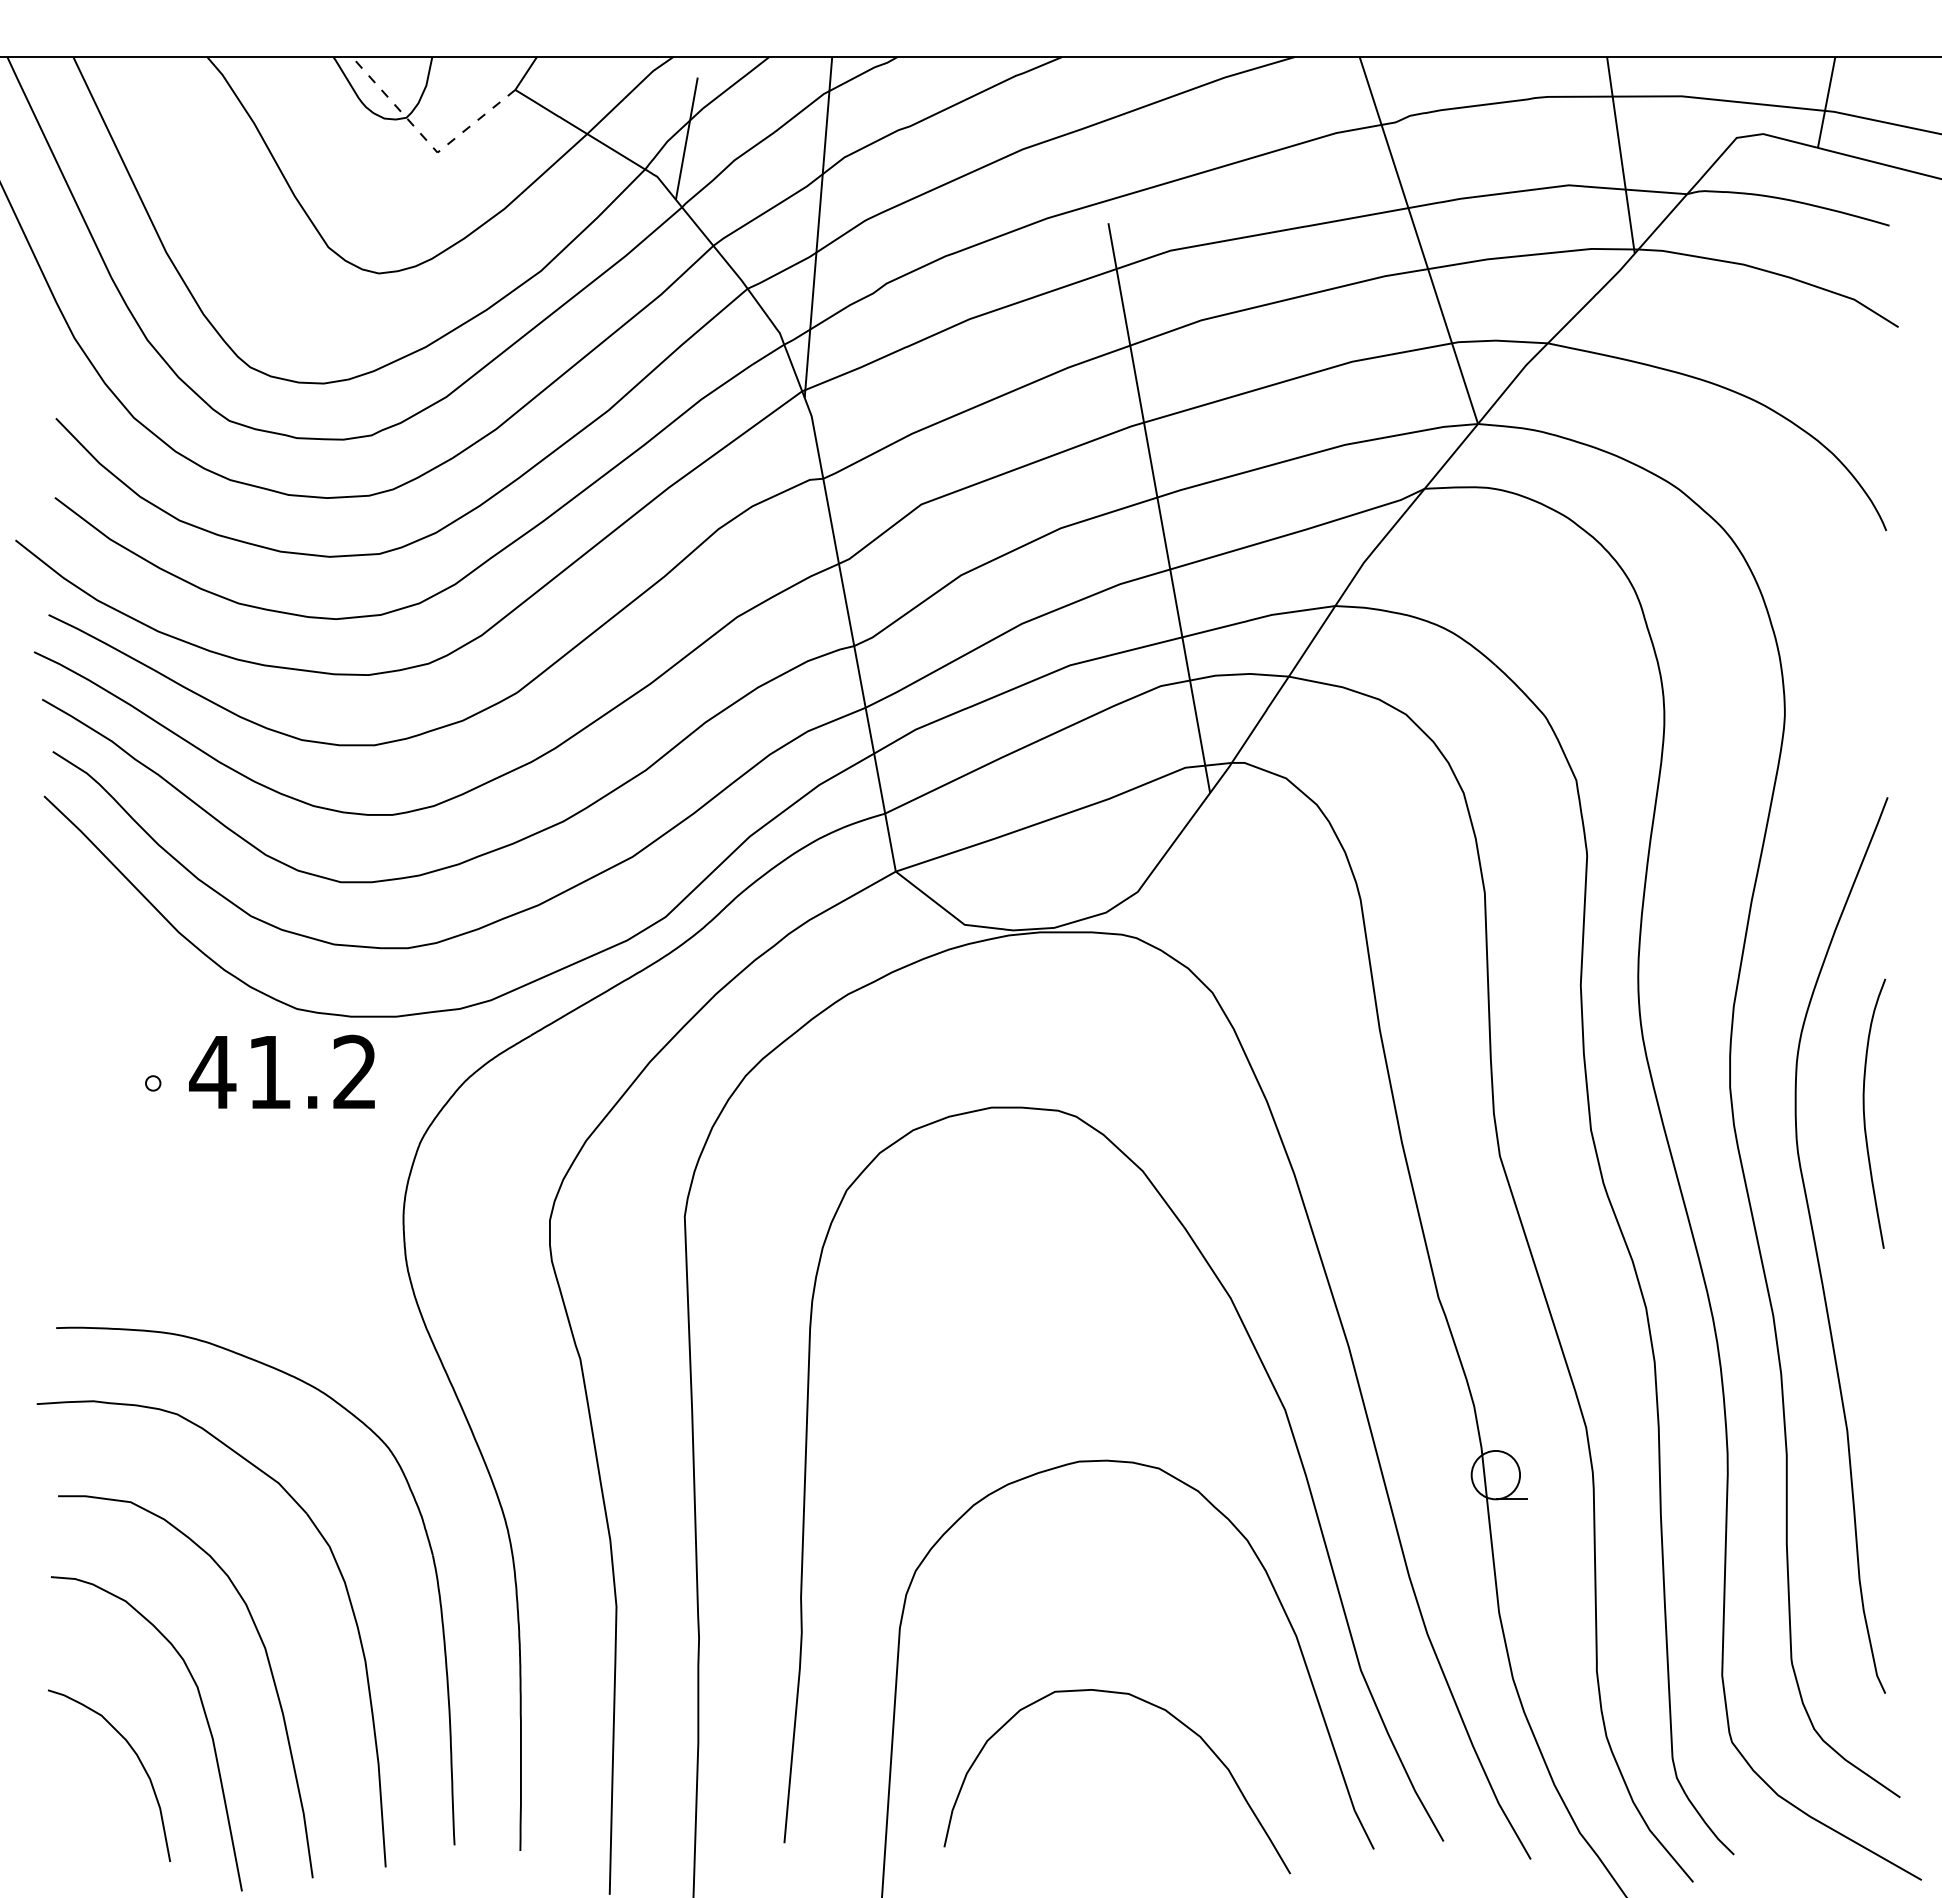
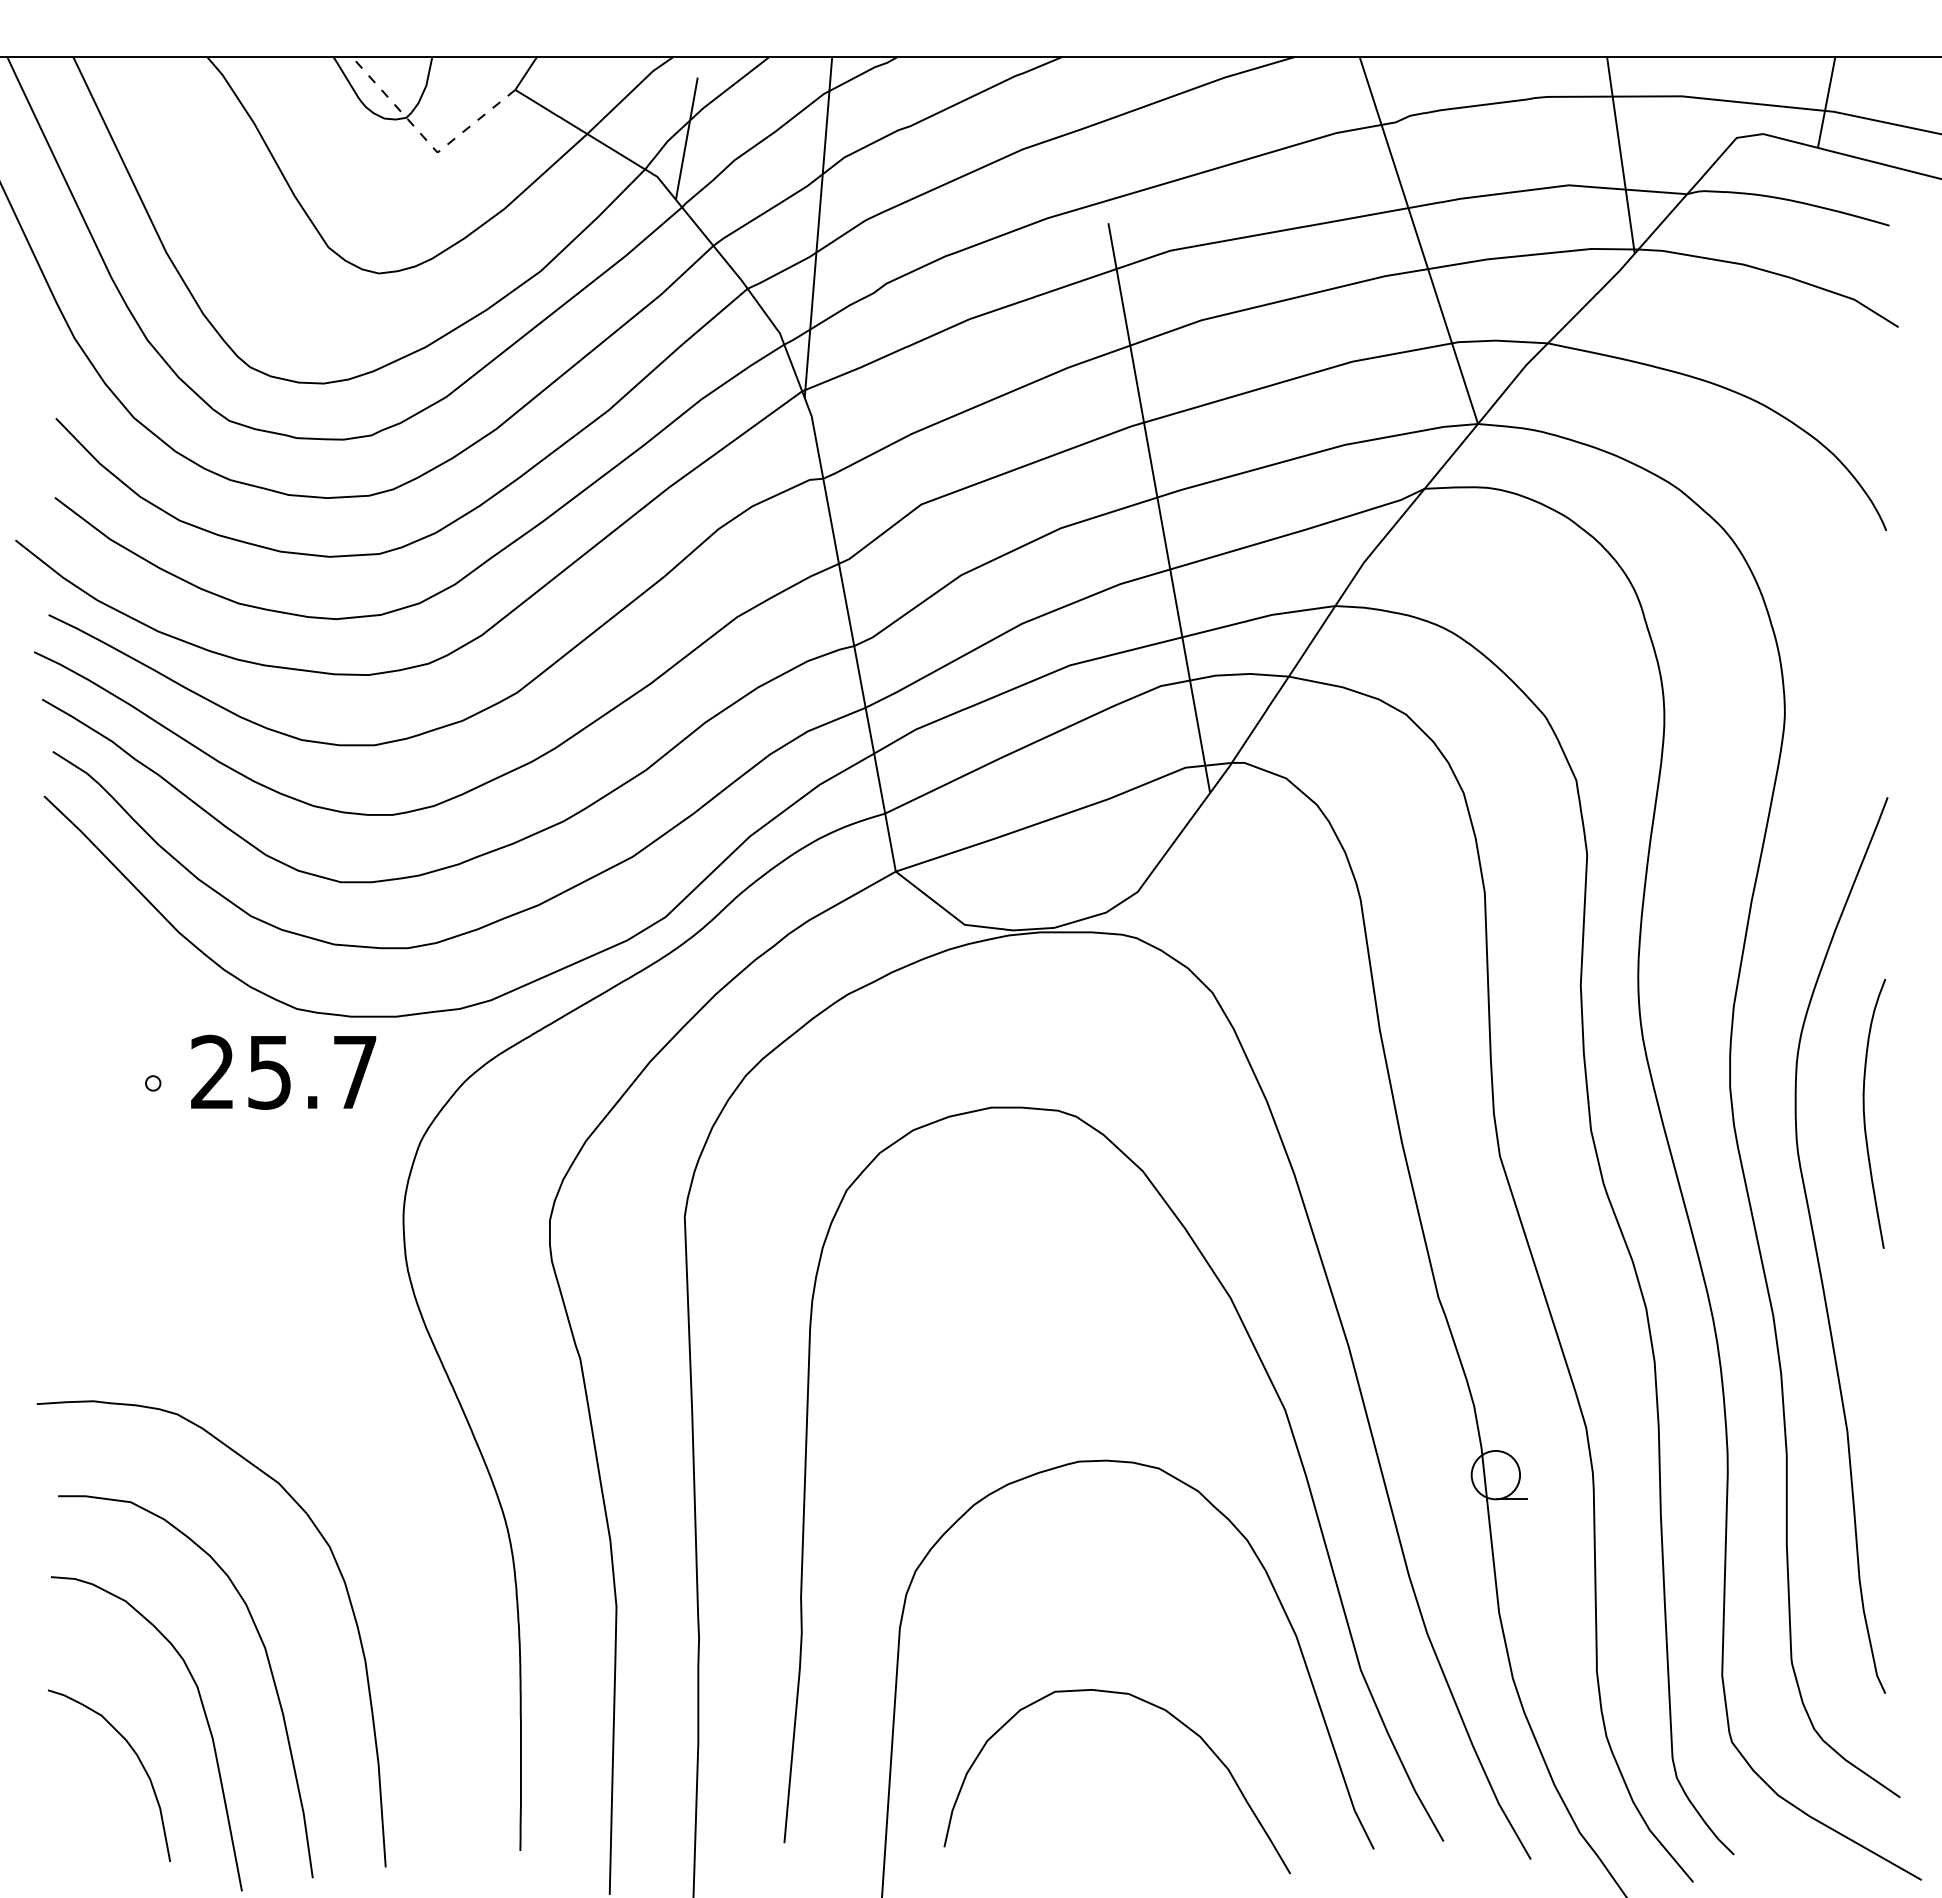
text at (282, 1071): 41.2 -> 25.7
part at (424, 1530): present -> none
